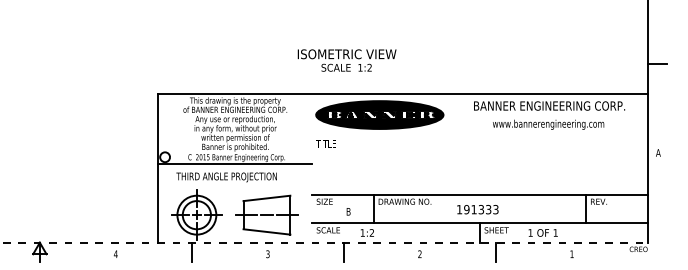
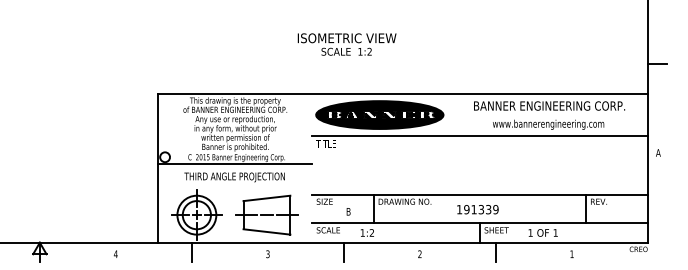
text at (346, 60) position: (346, 60) -> (346, 44)
line at (480, 136): none -> present
text at (226, 177) position: (226, 177) -> (234, 177)
text at (495, 209): 191333 -> 191339
line at (324, 242): dashed -> solid
